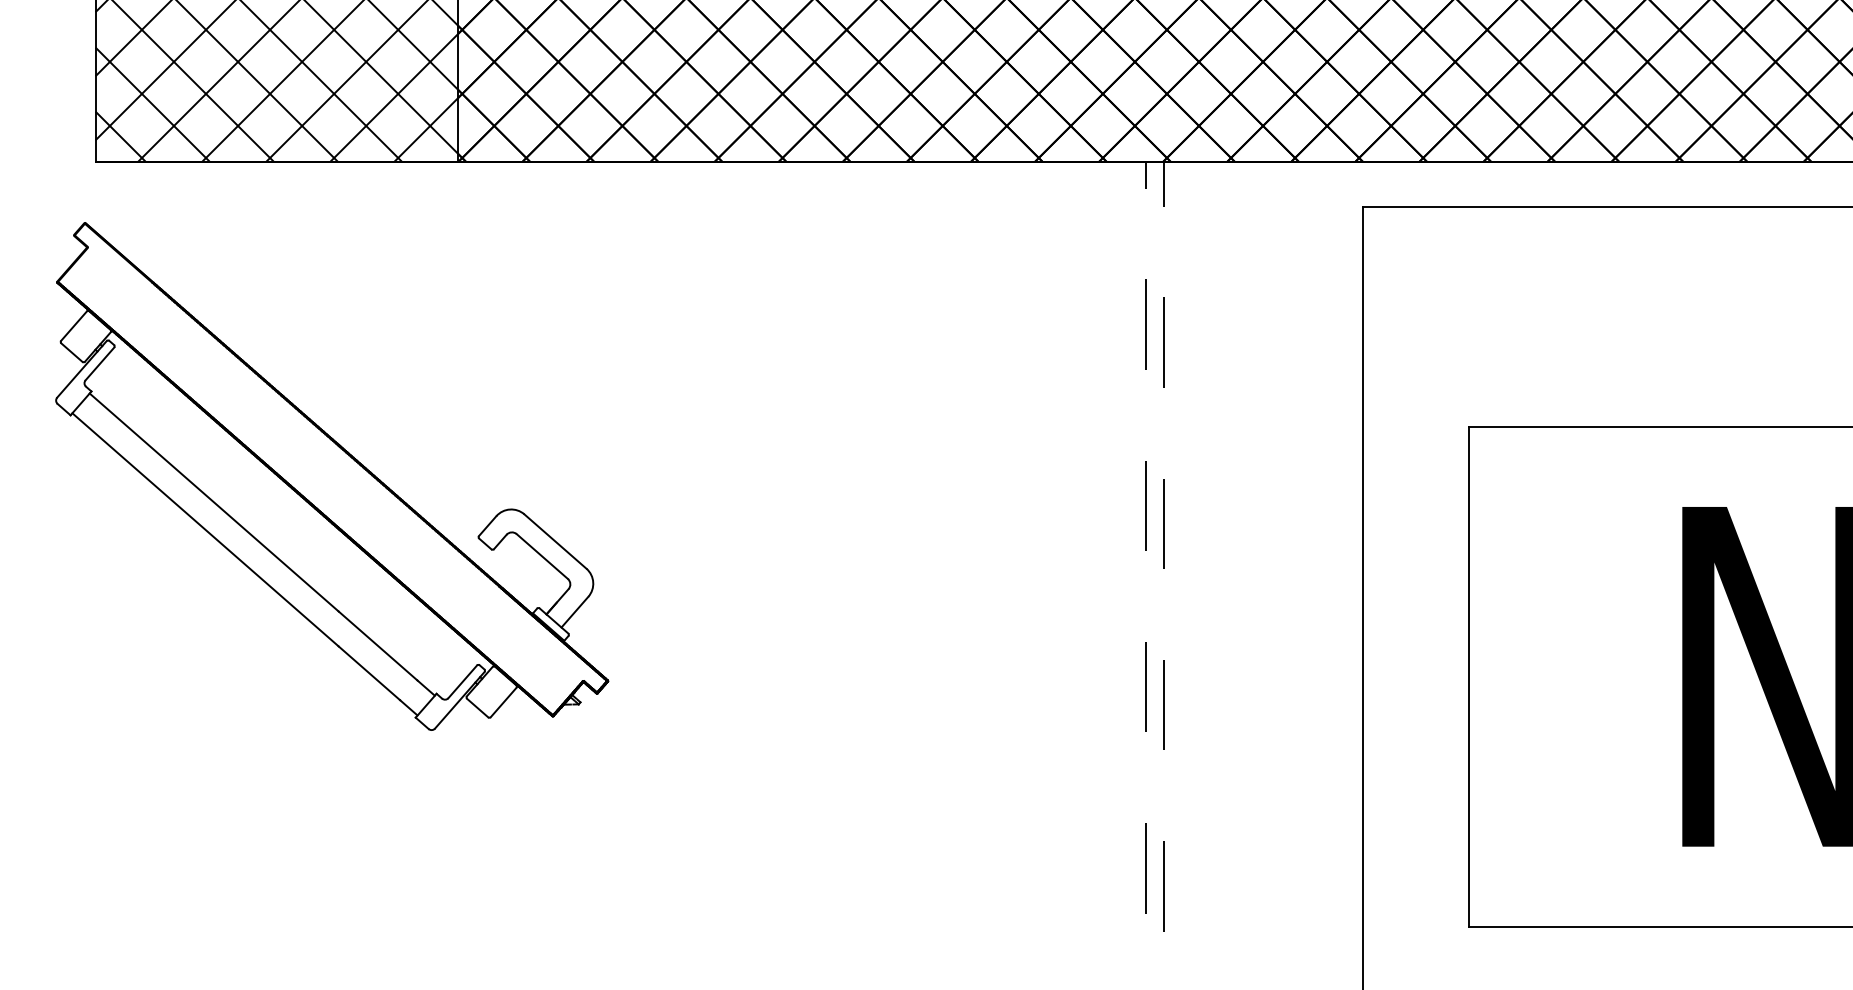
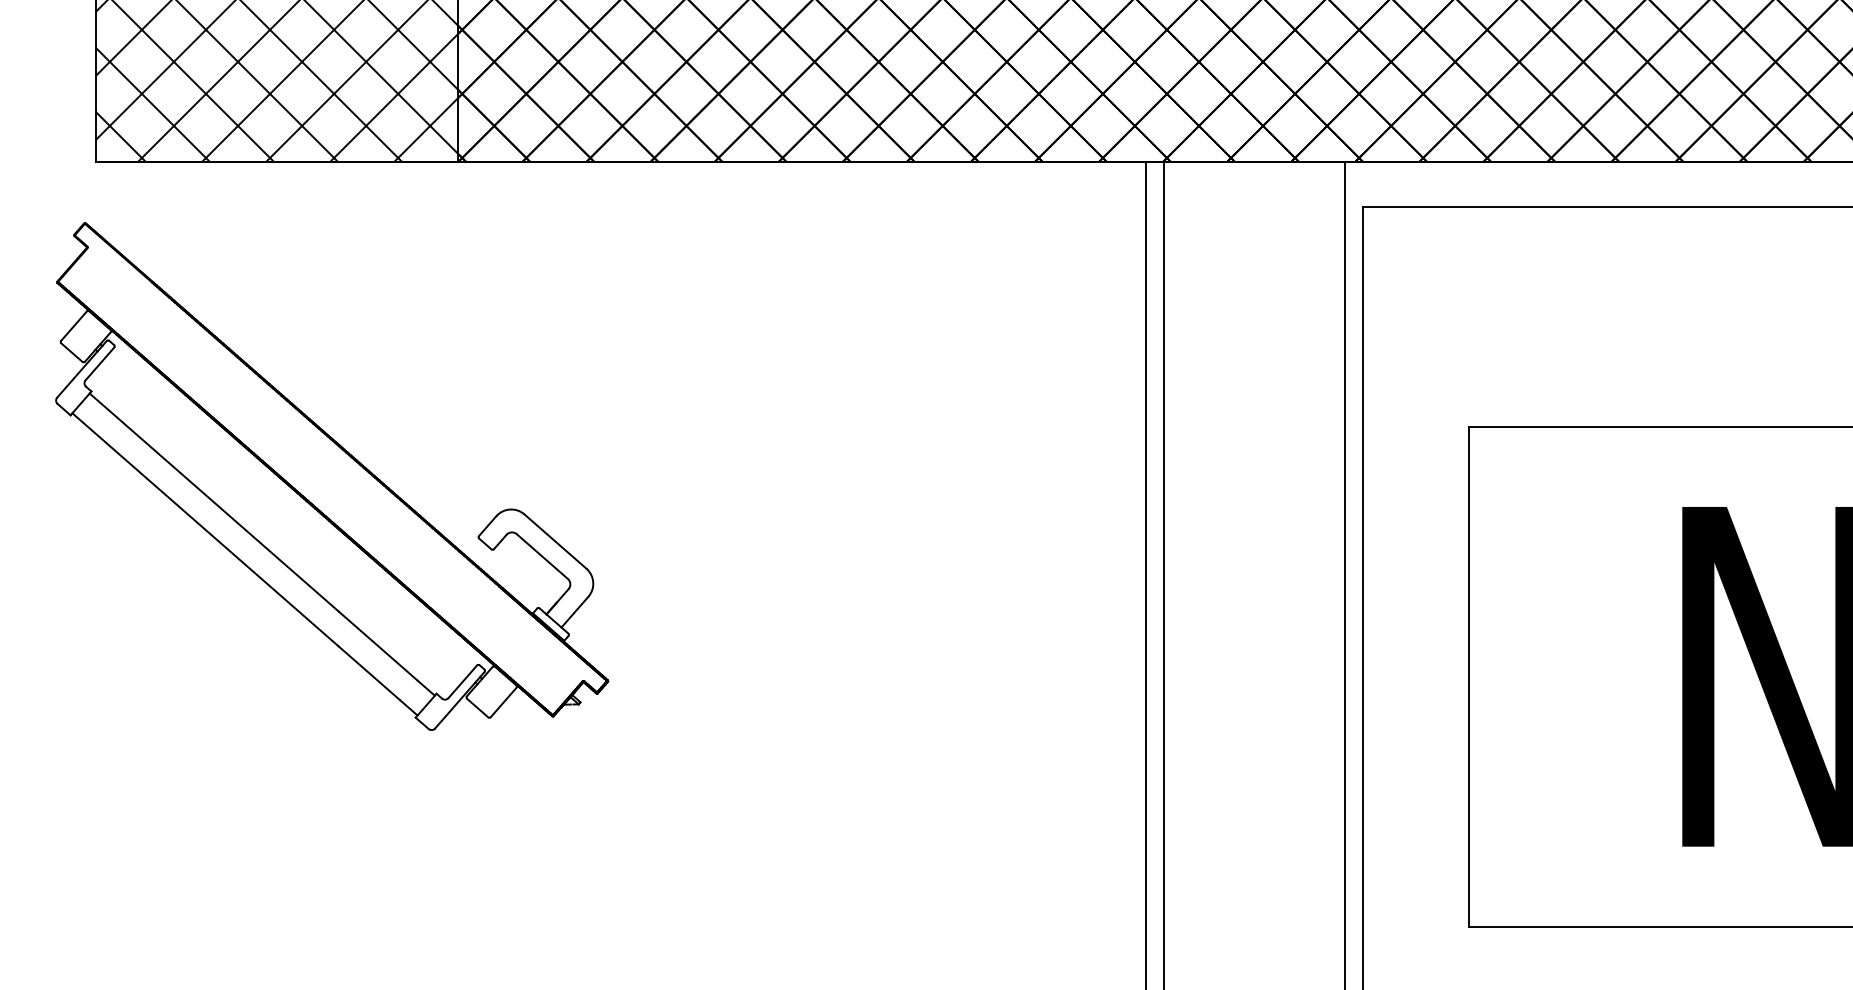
line at (1344, 573): none -> present
line at (1145, 575): dashed -> solid
line at (1163, 575): dashed -> solid
